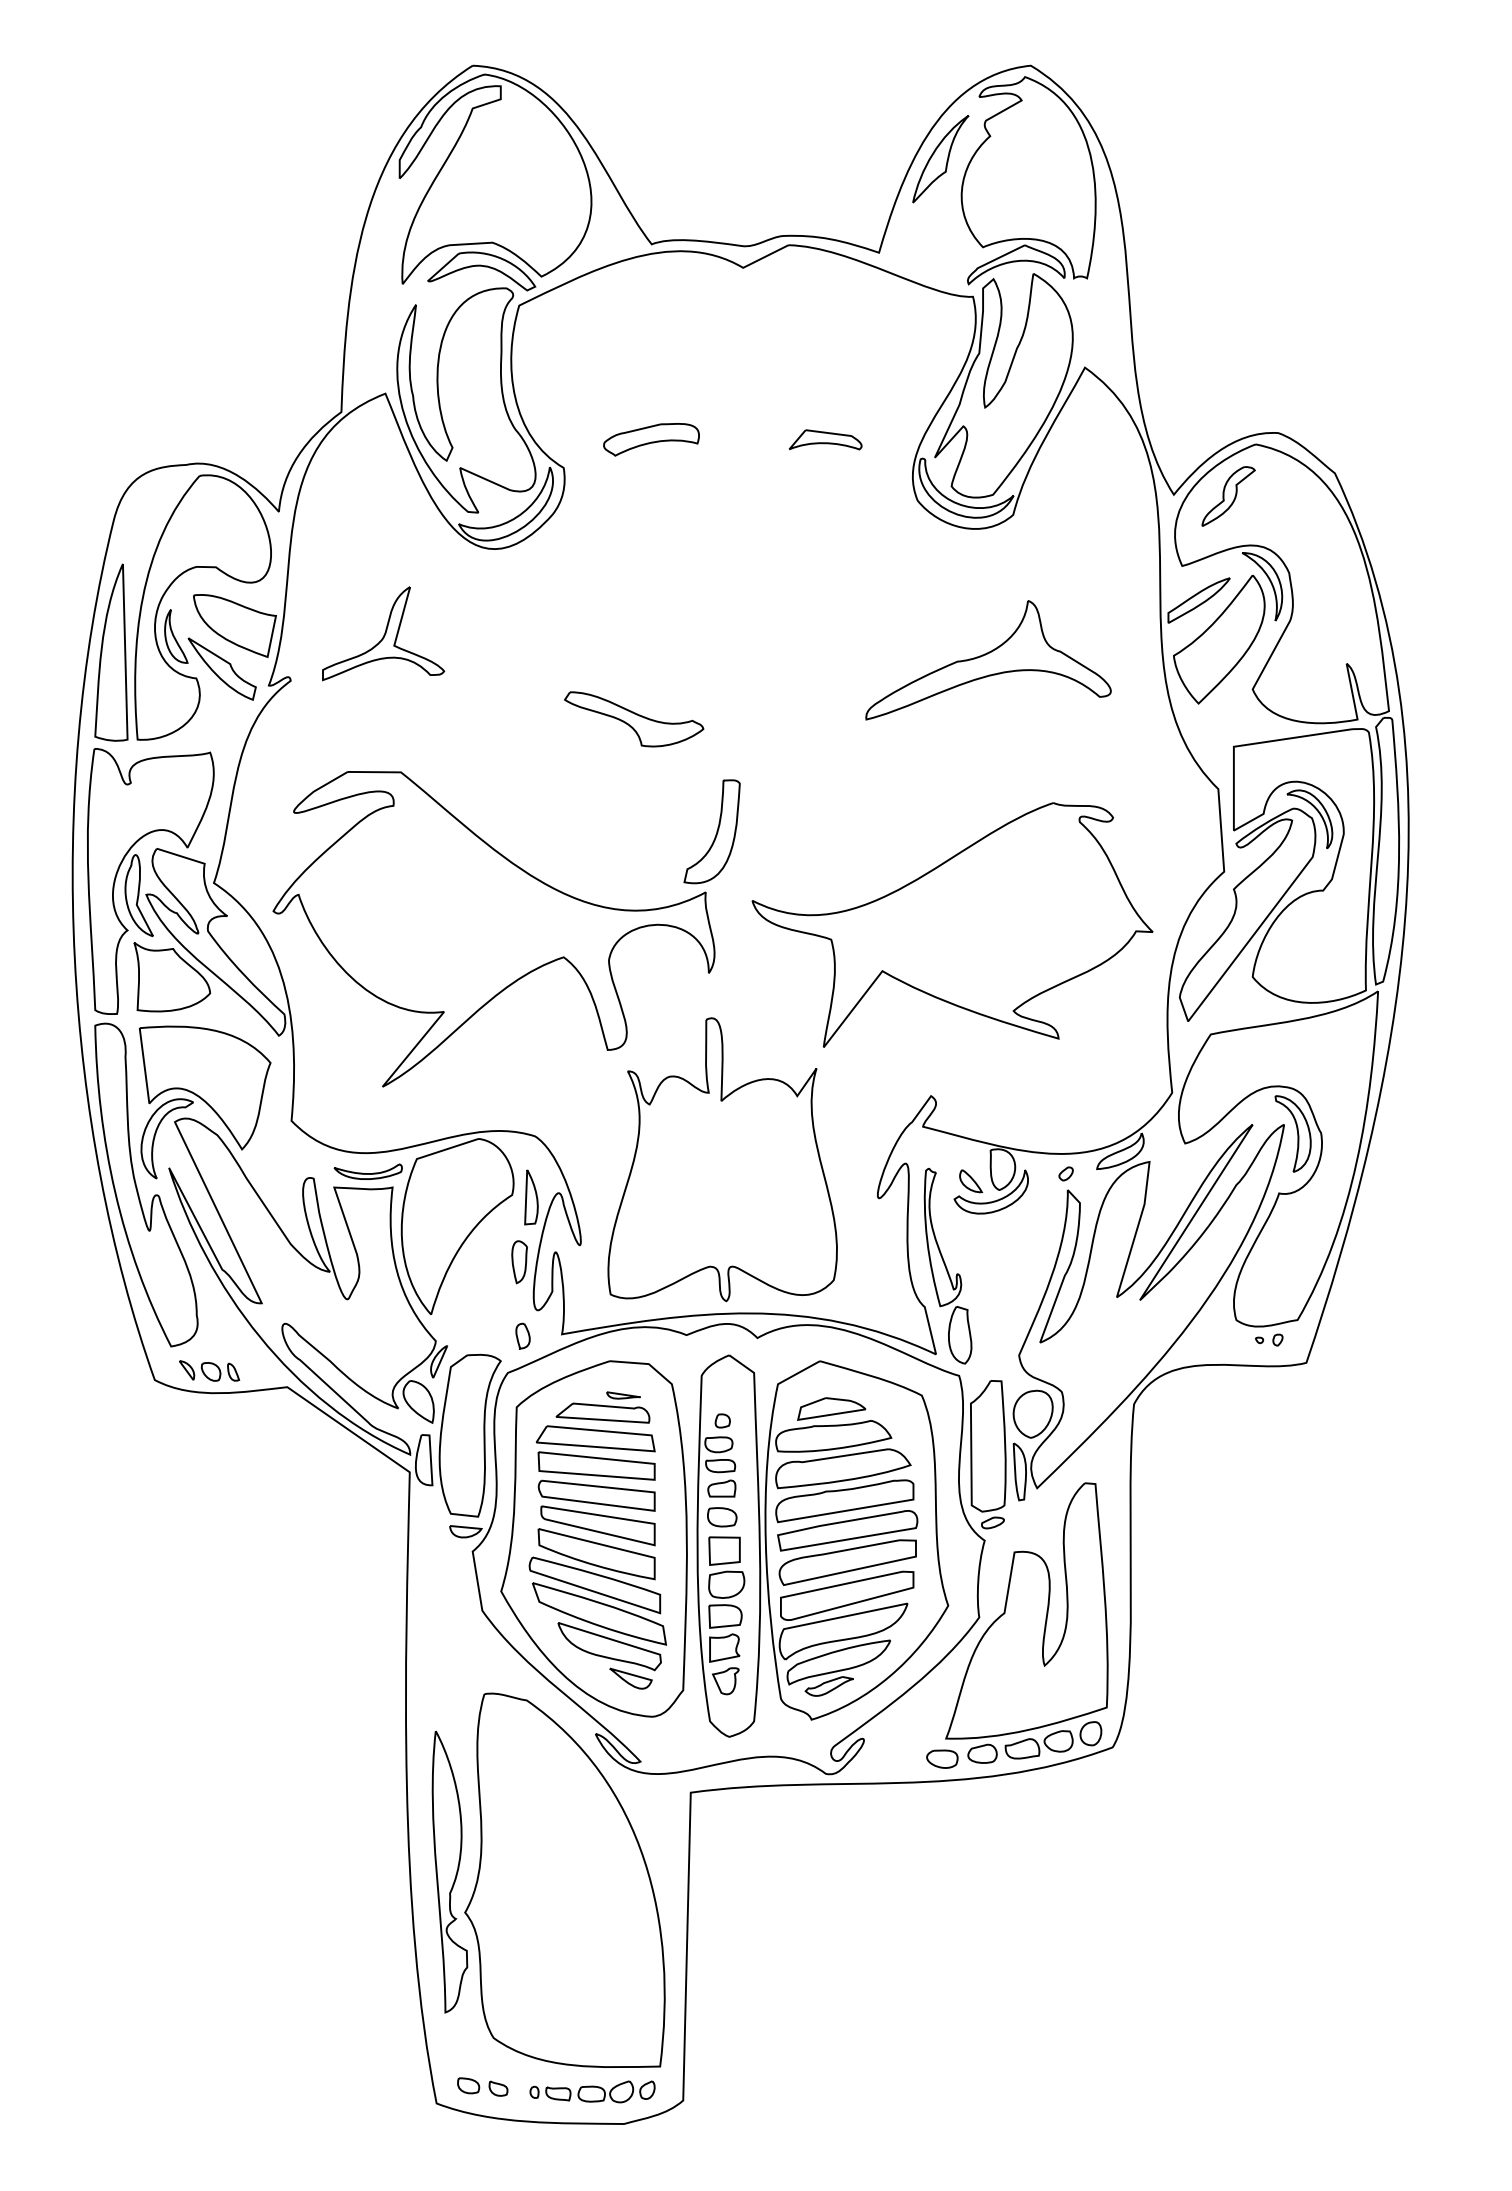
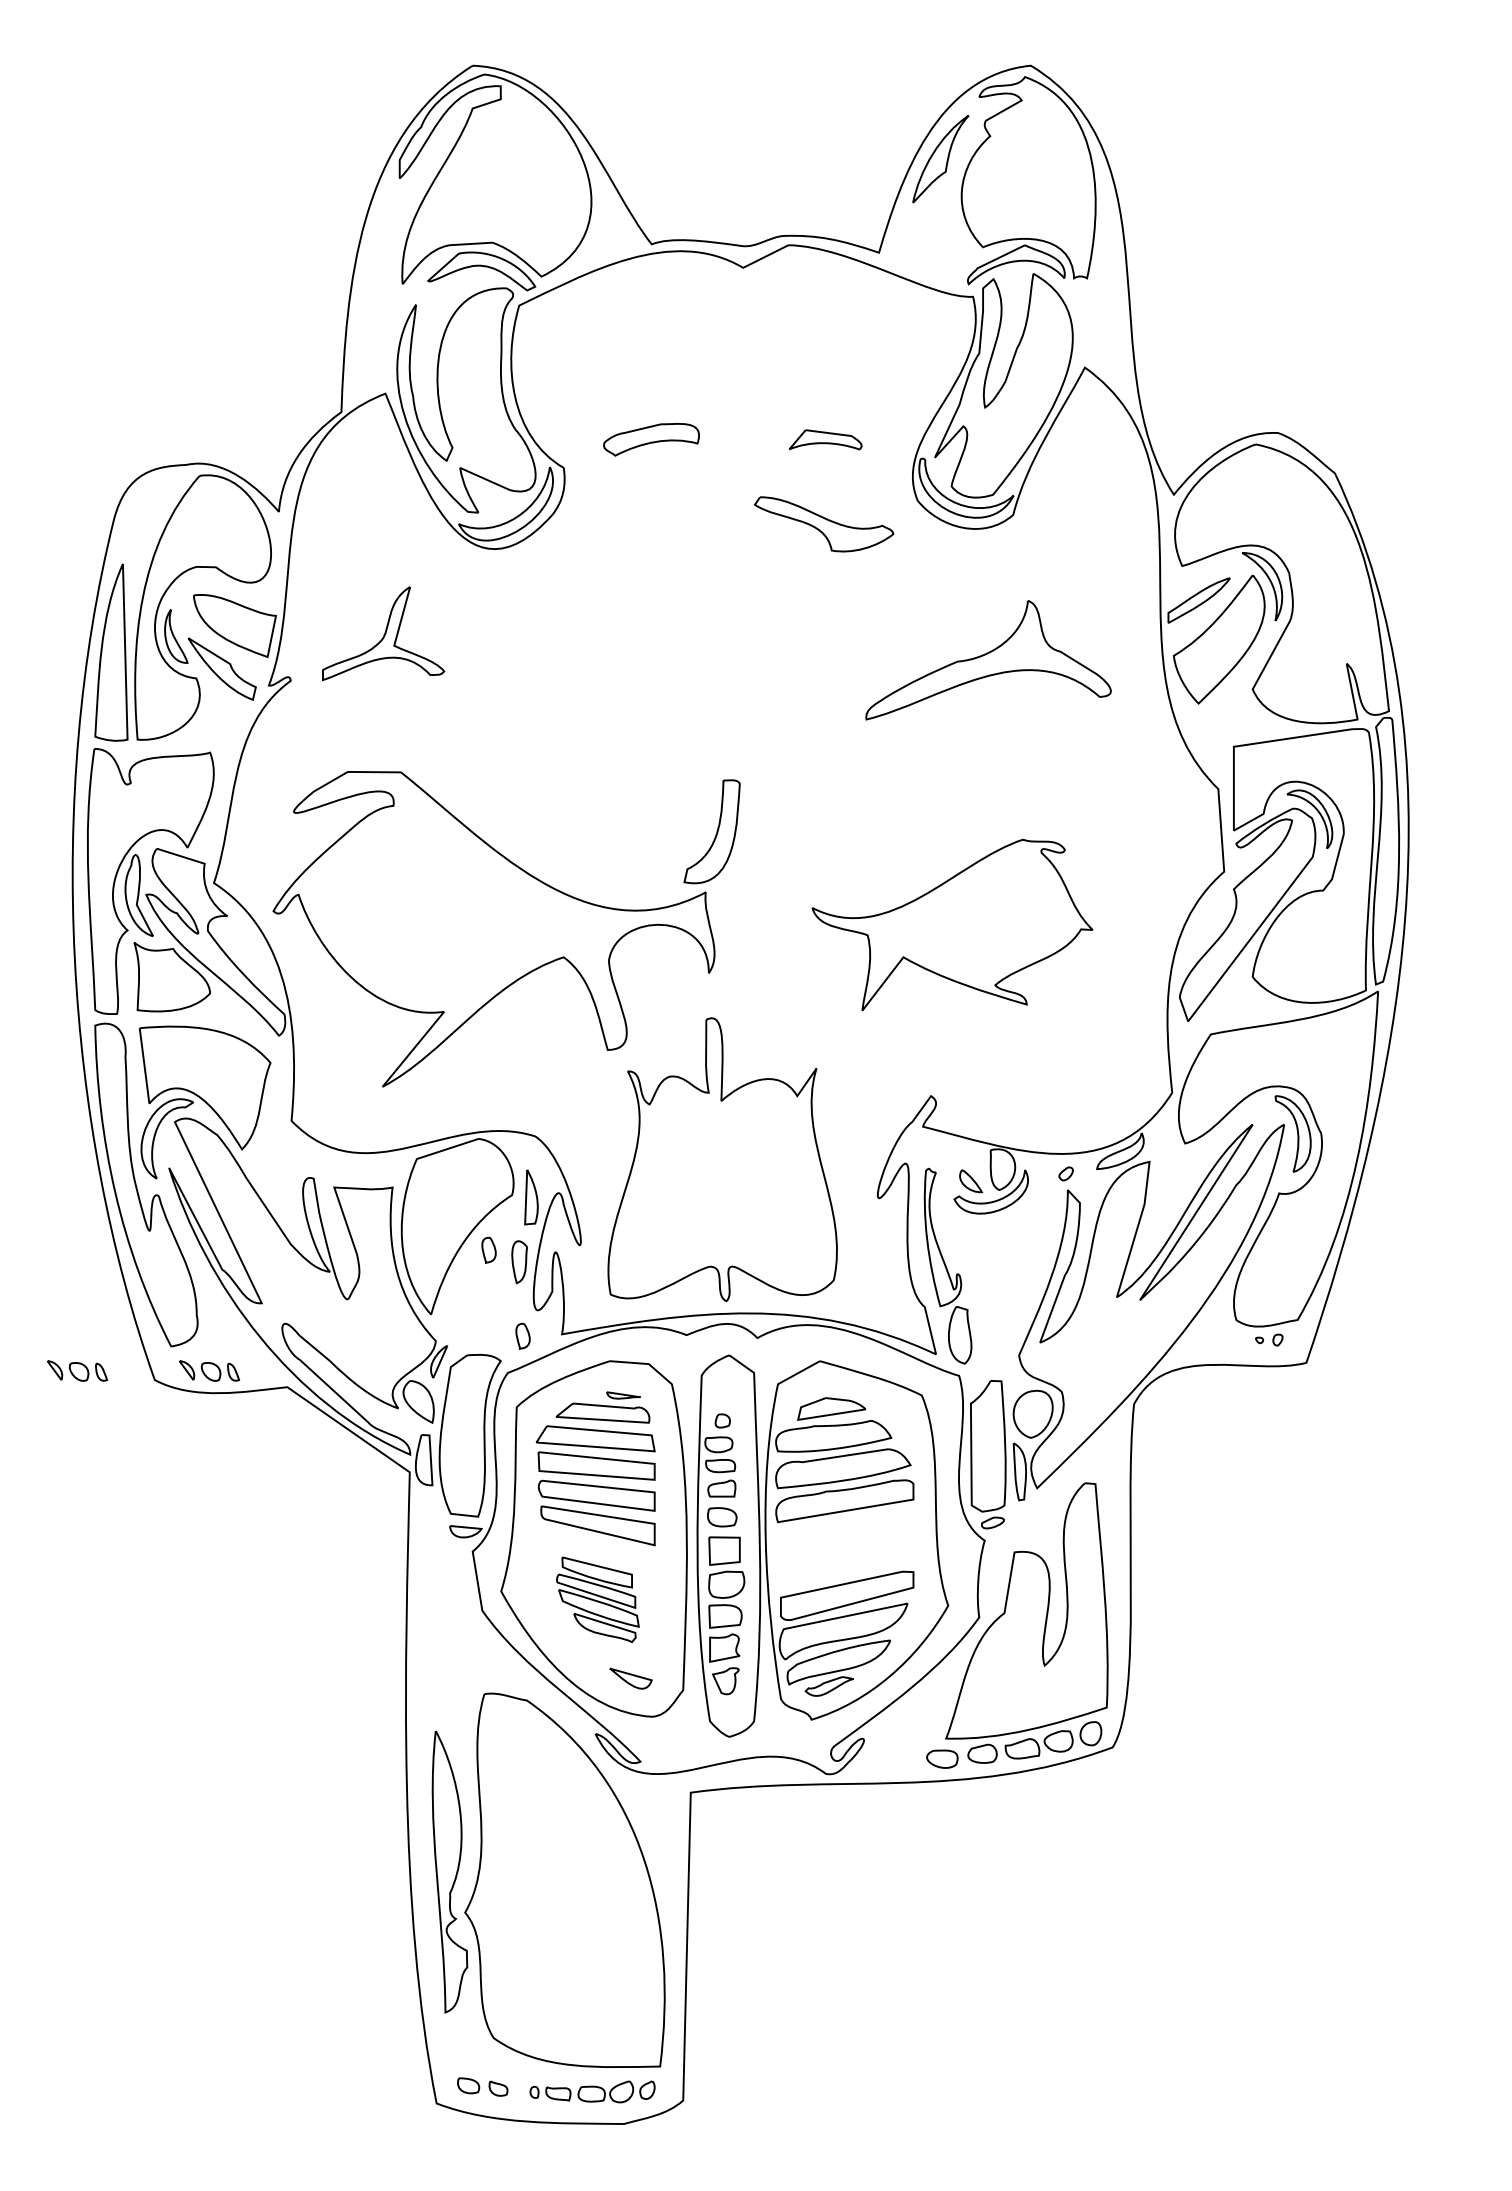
part at (1228, 496): present -> none
part at (634, 719) position: (634, 719) -> (824, 524)
part at (952, 924) size: 403x246 px -> 283x173 px
part at (367, 1171): present -> none
part at (488, 1249): none -> present
part at (77, 1370): none -> present
part at (847, 1547): present -> none
part at (597, 1599) size: 140x144 px -> 84x88 px
